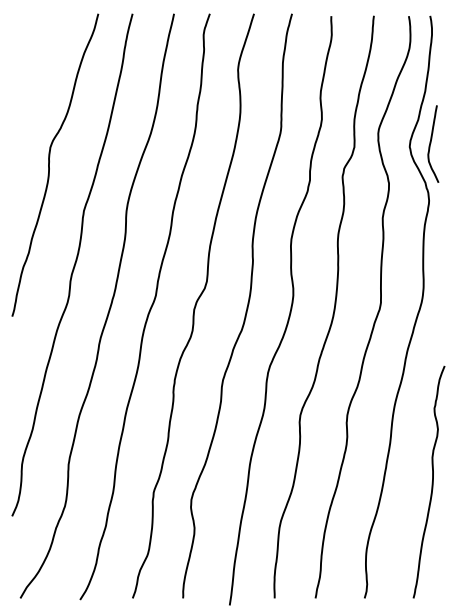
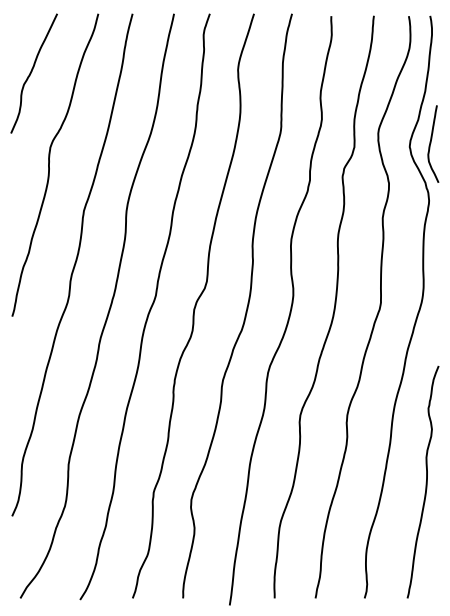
curve at (31, 73): none -> present
curve at (431, 482) position: (431, 482) -> (425, 482)
